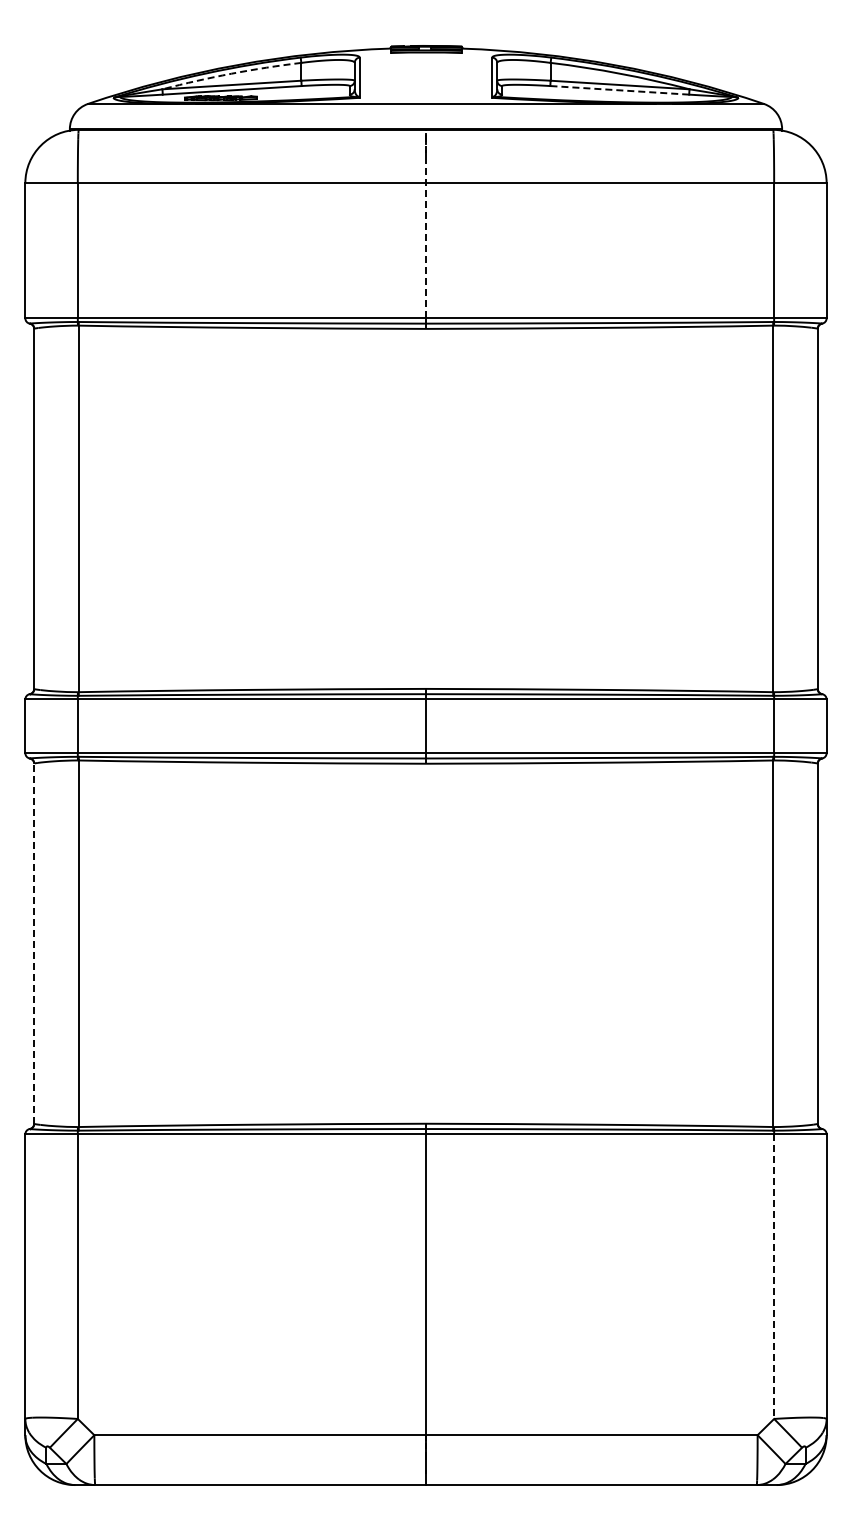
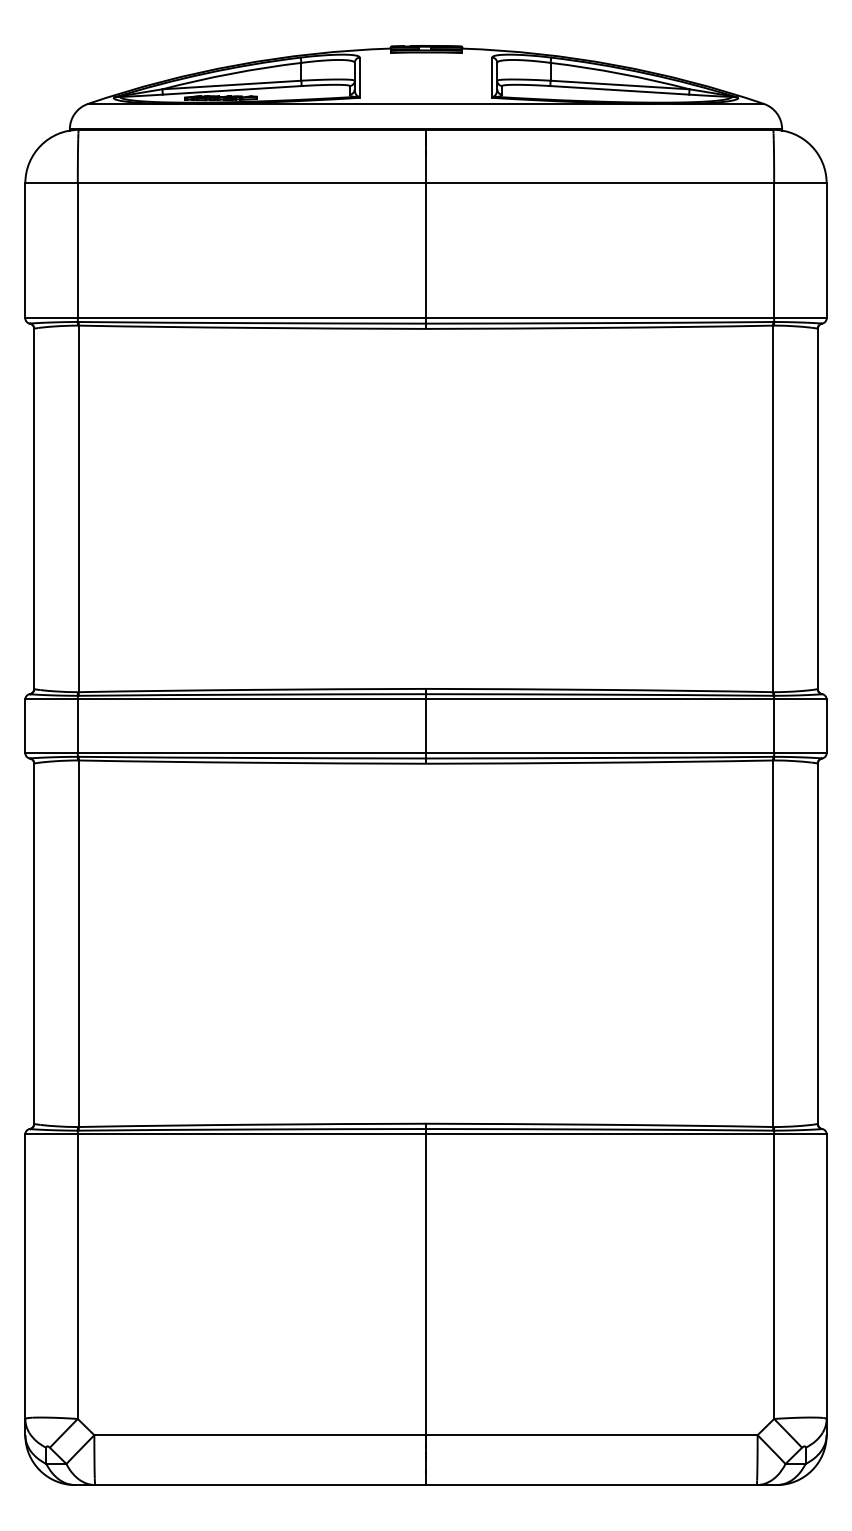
arc at (231, 73): dashed -> solid
line at (619, 90): dashed -> solid
line at (426, 223): dashed -> solid
line at (34, 943): dashed -> solid
line at (774, 1277): dashed -> solid
